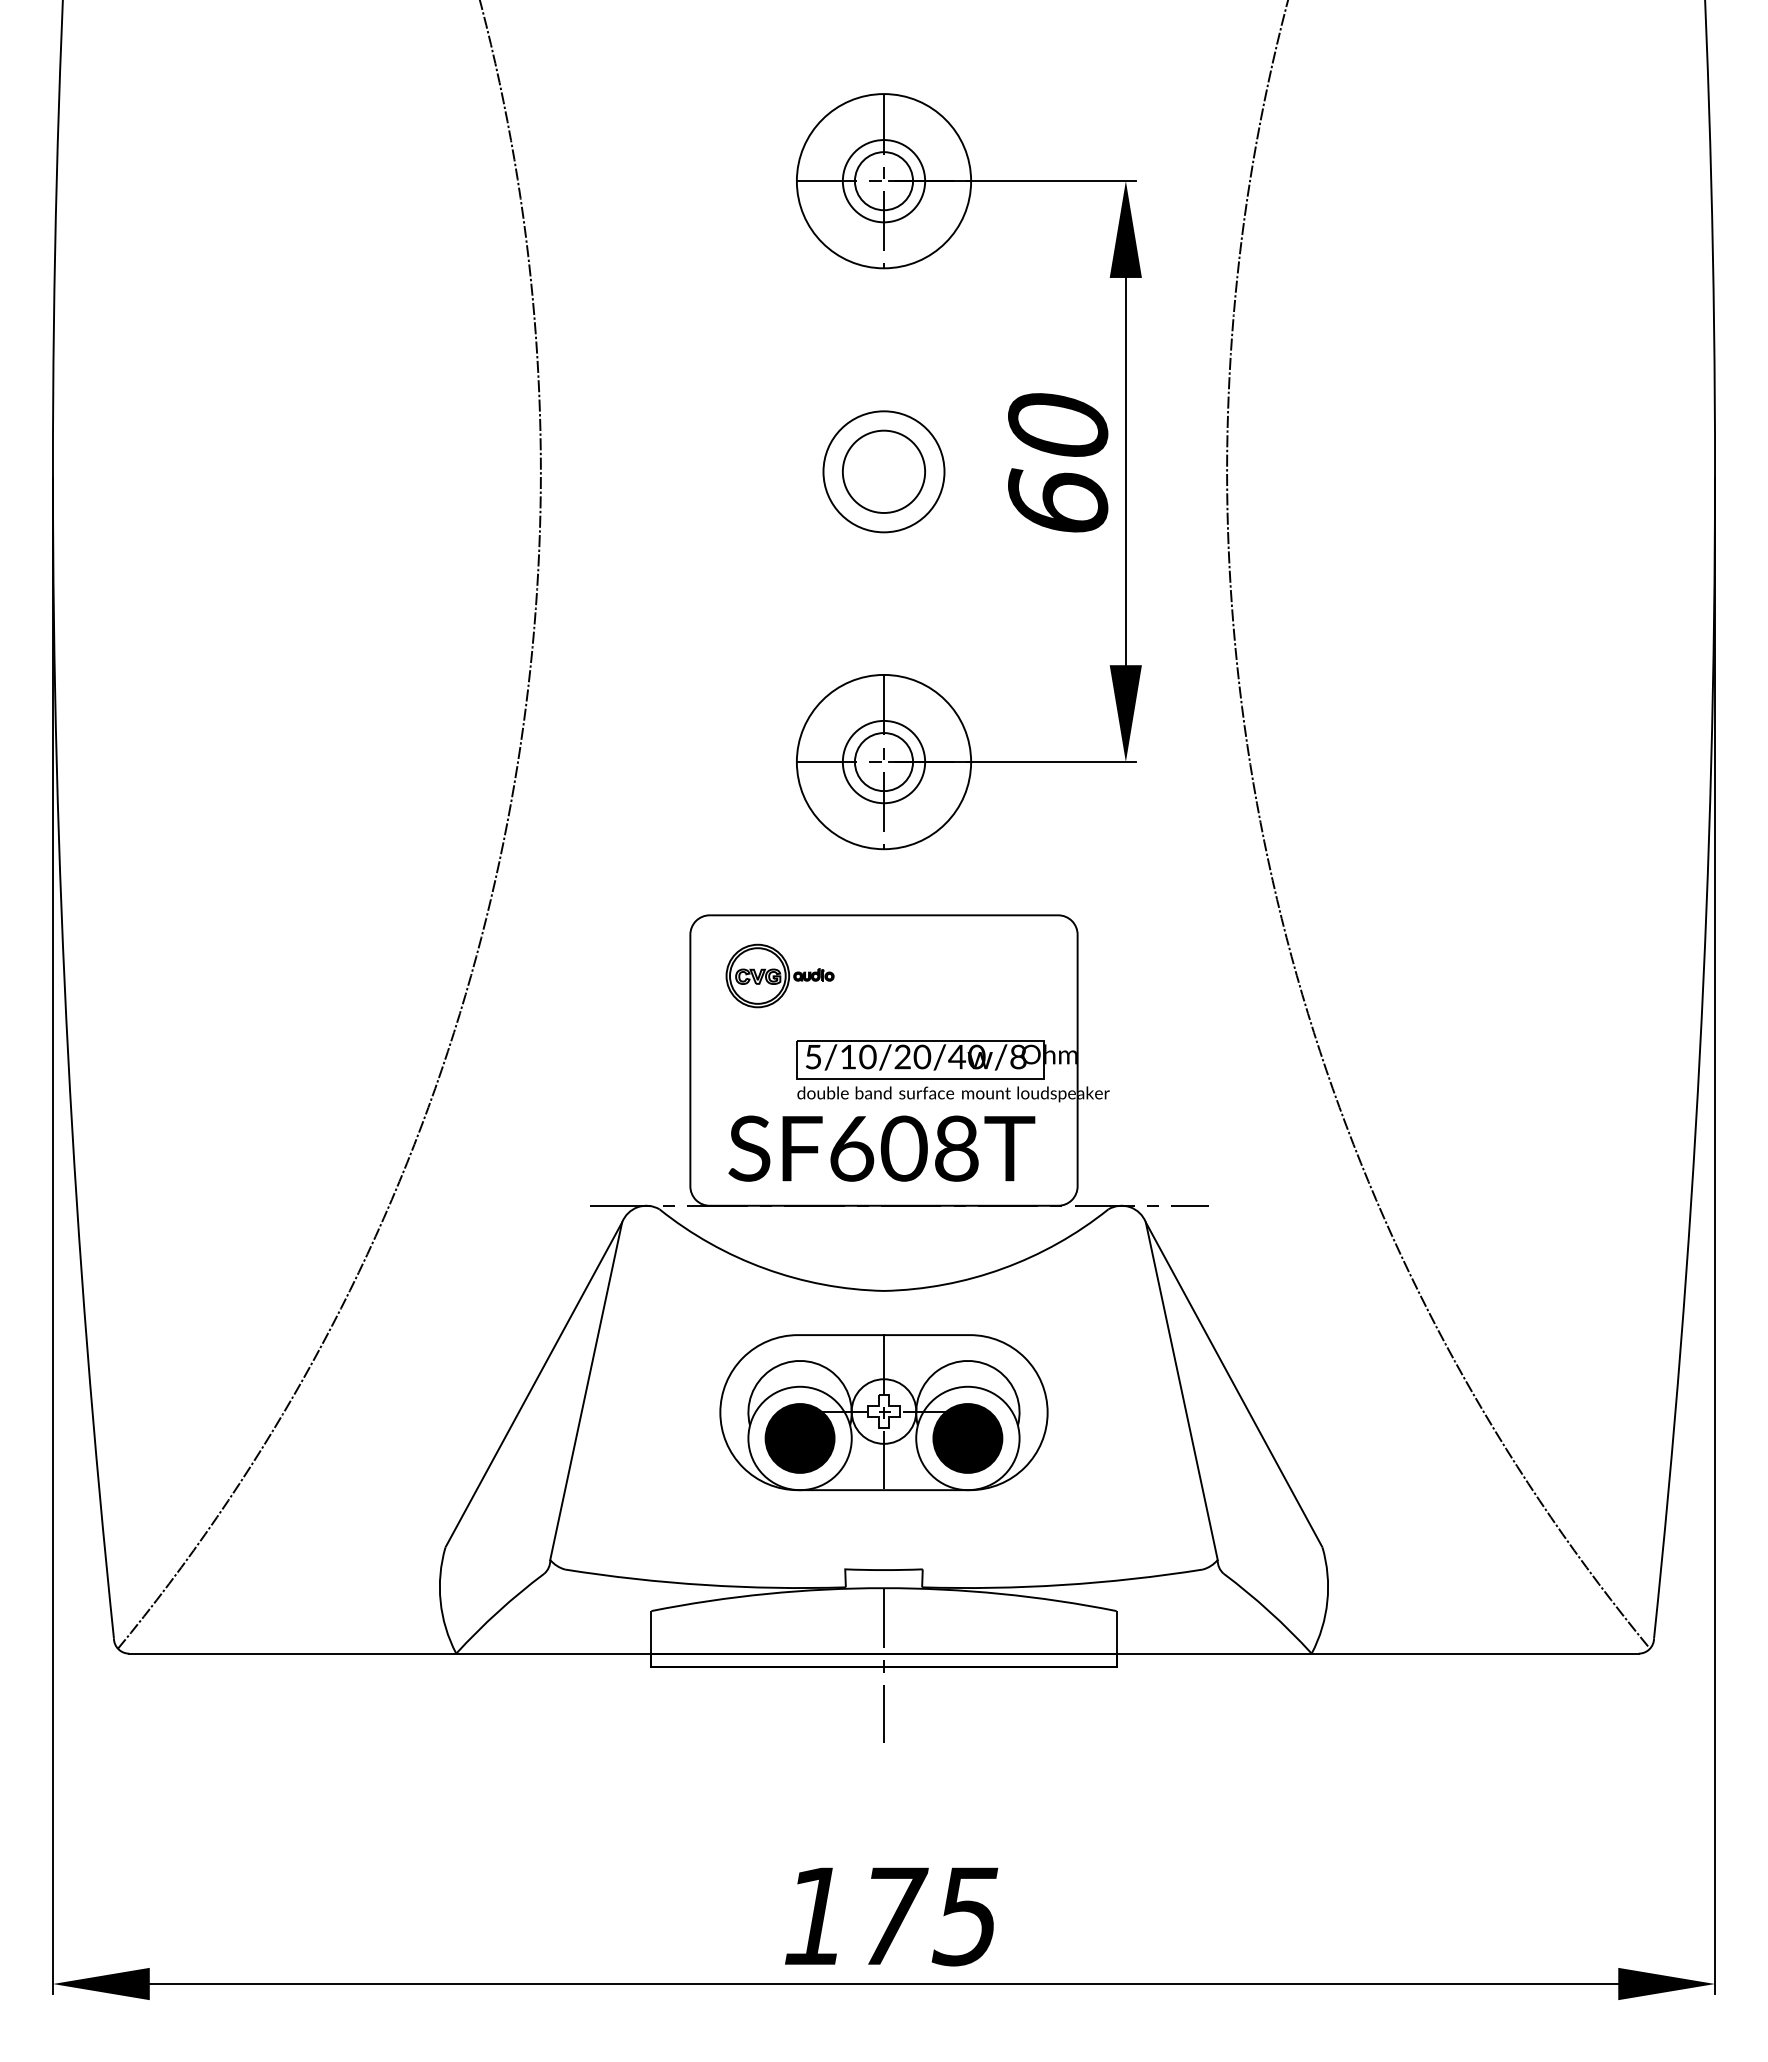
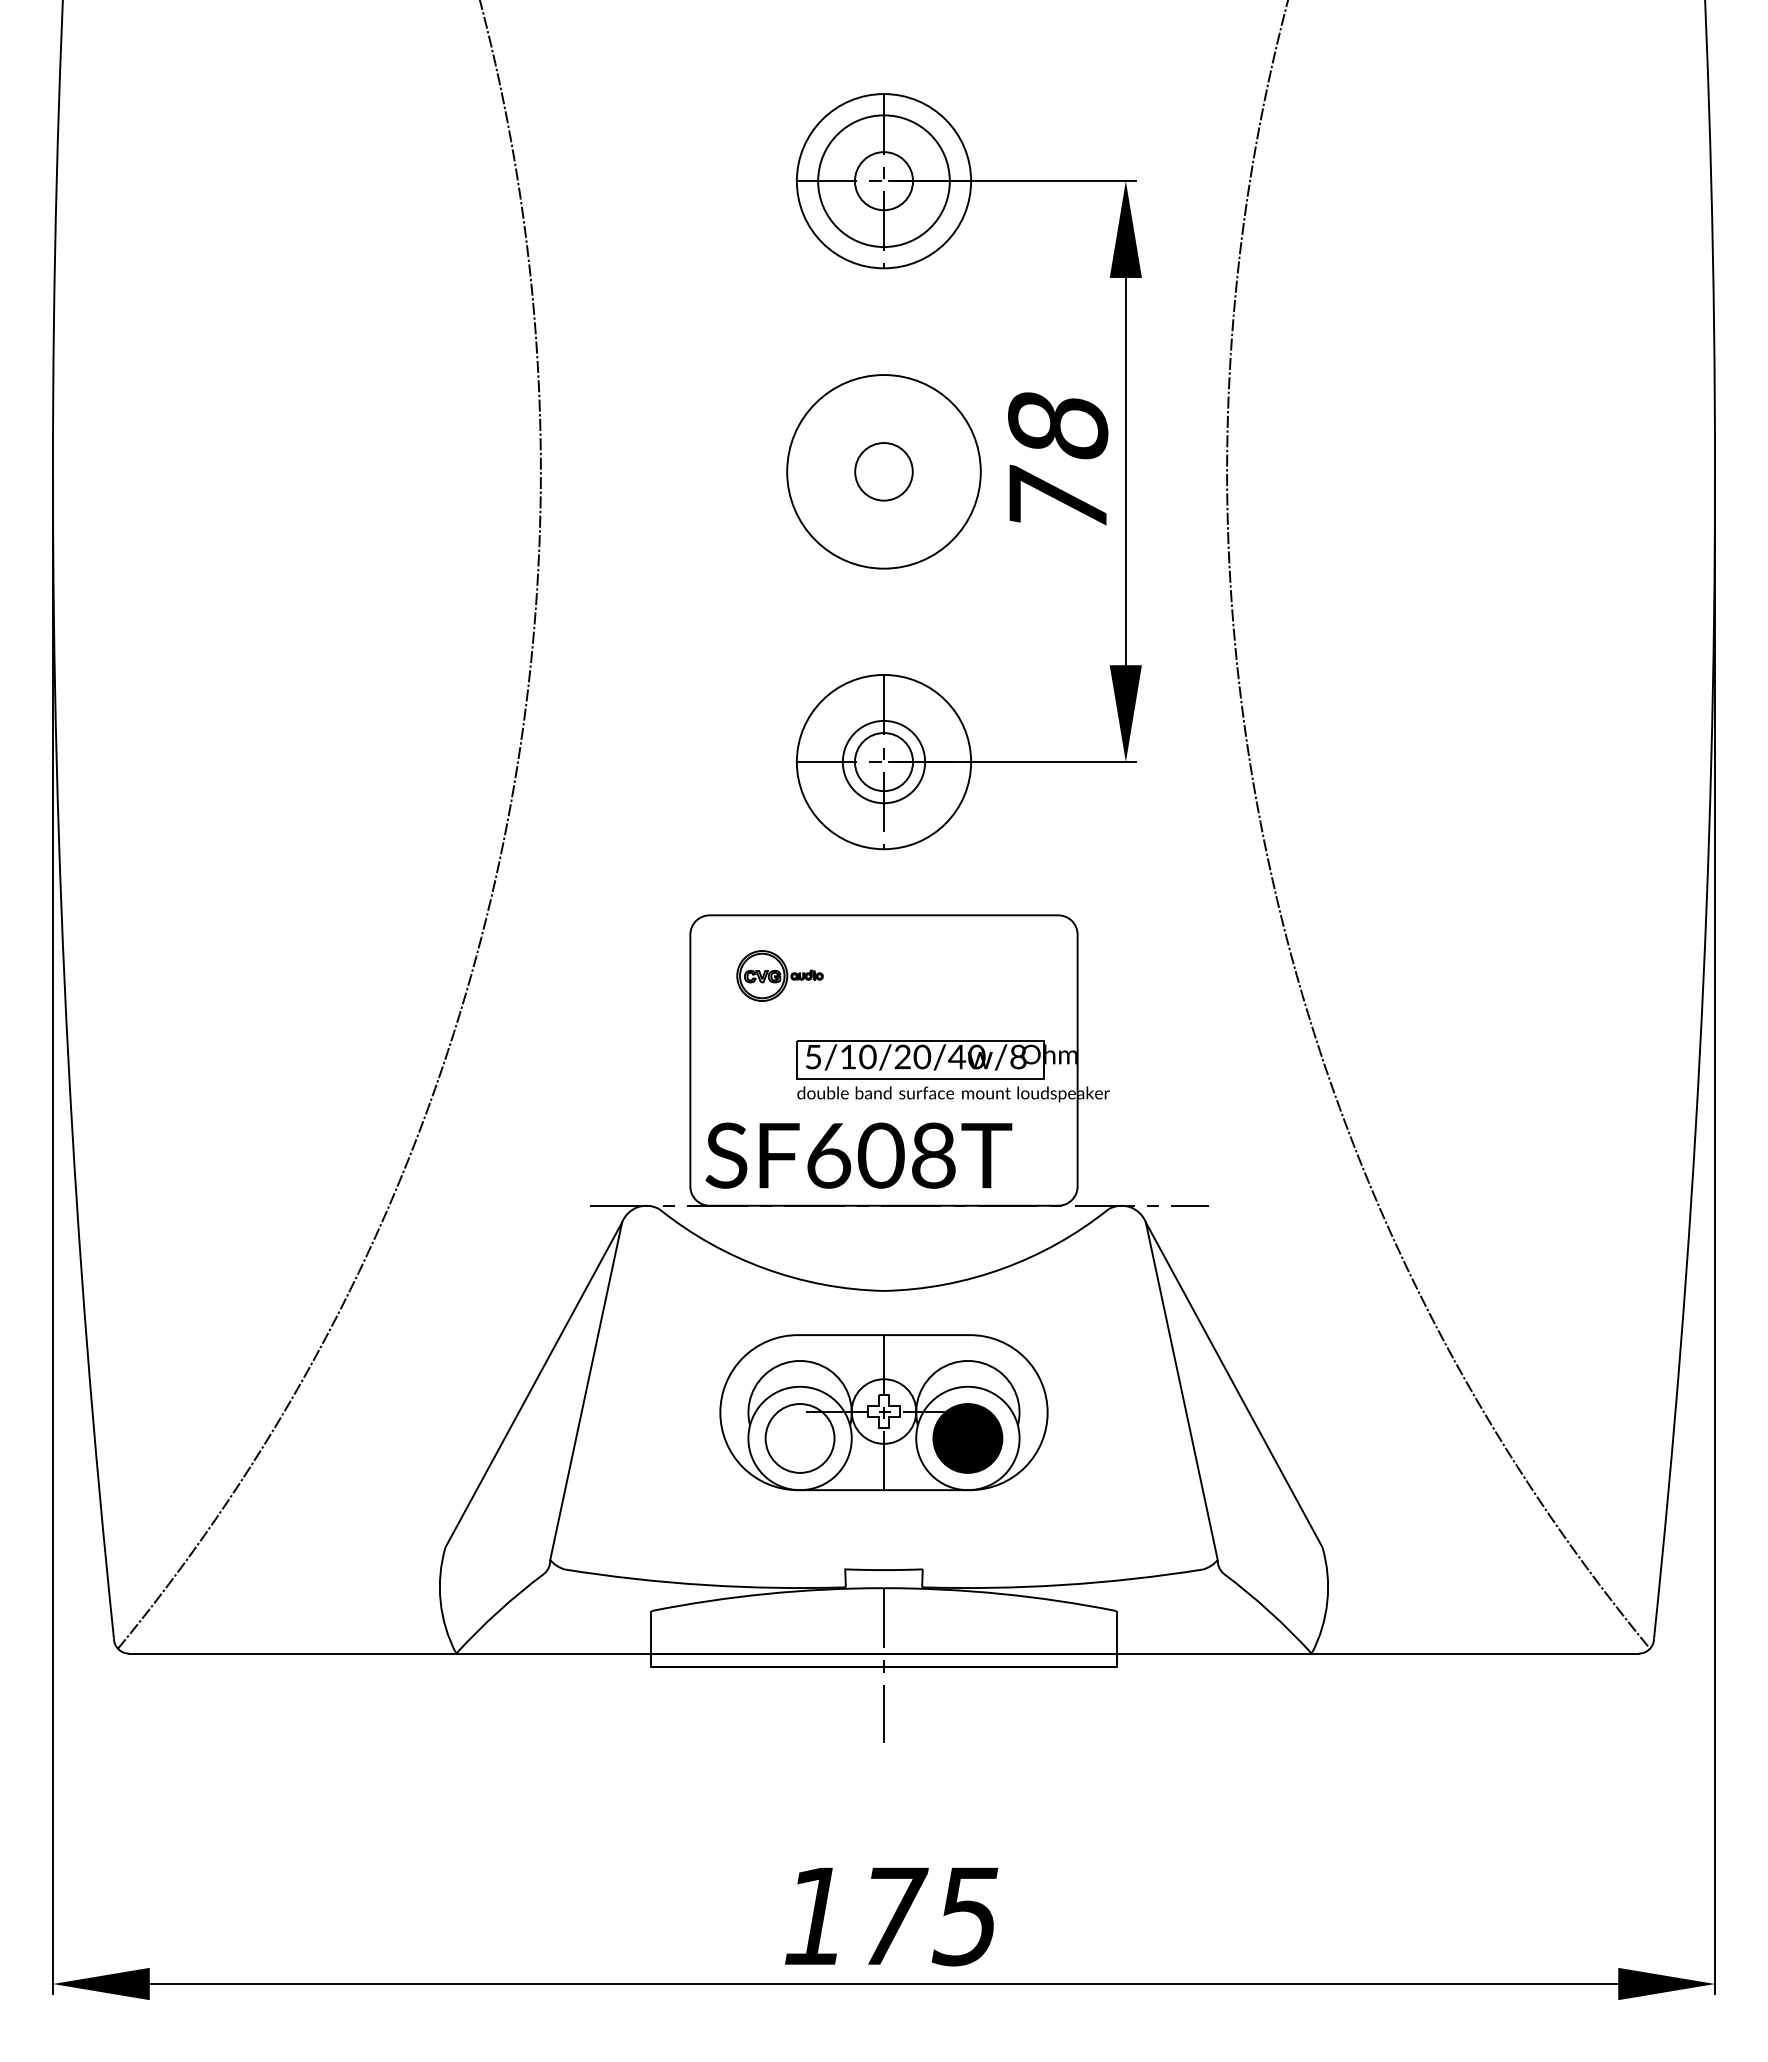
circle at (883, 181) diameter: 82 px -> 132 px
text at (1058, 462): 60 -> 78
circle at (883, 471) diameter: 121 px -> 194 px
circle at (883, 471) diameter: 82 px -> 58 px
part at (779, 975) size: 110x66 px -> 88x52 px
text at (881, 1148) position: (881, 1148) -> (858, 1155)
fill at (799, 1438): present -> none
